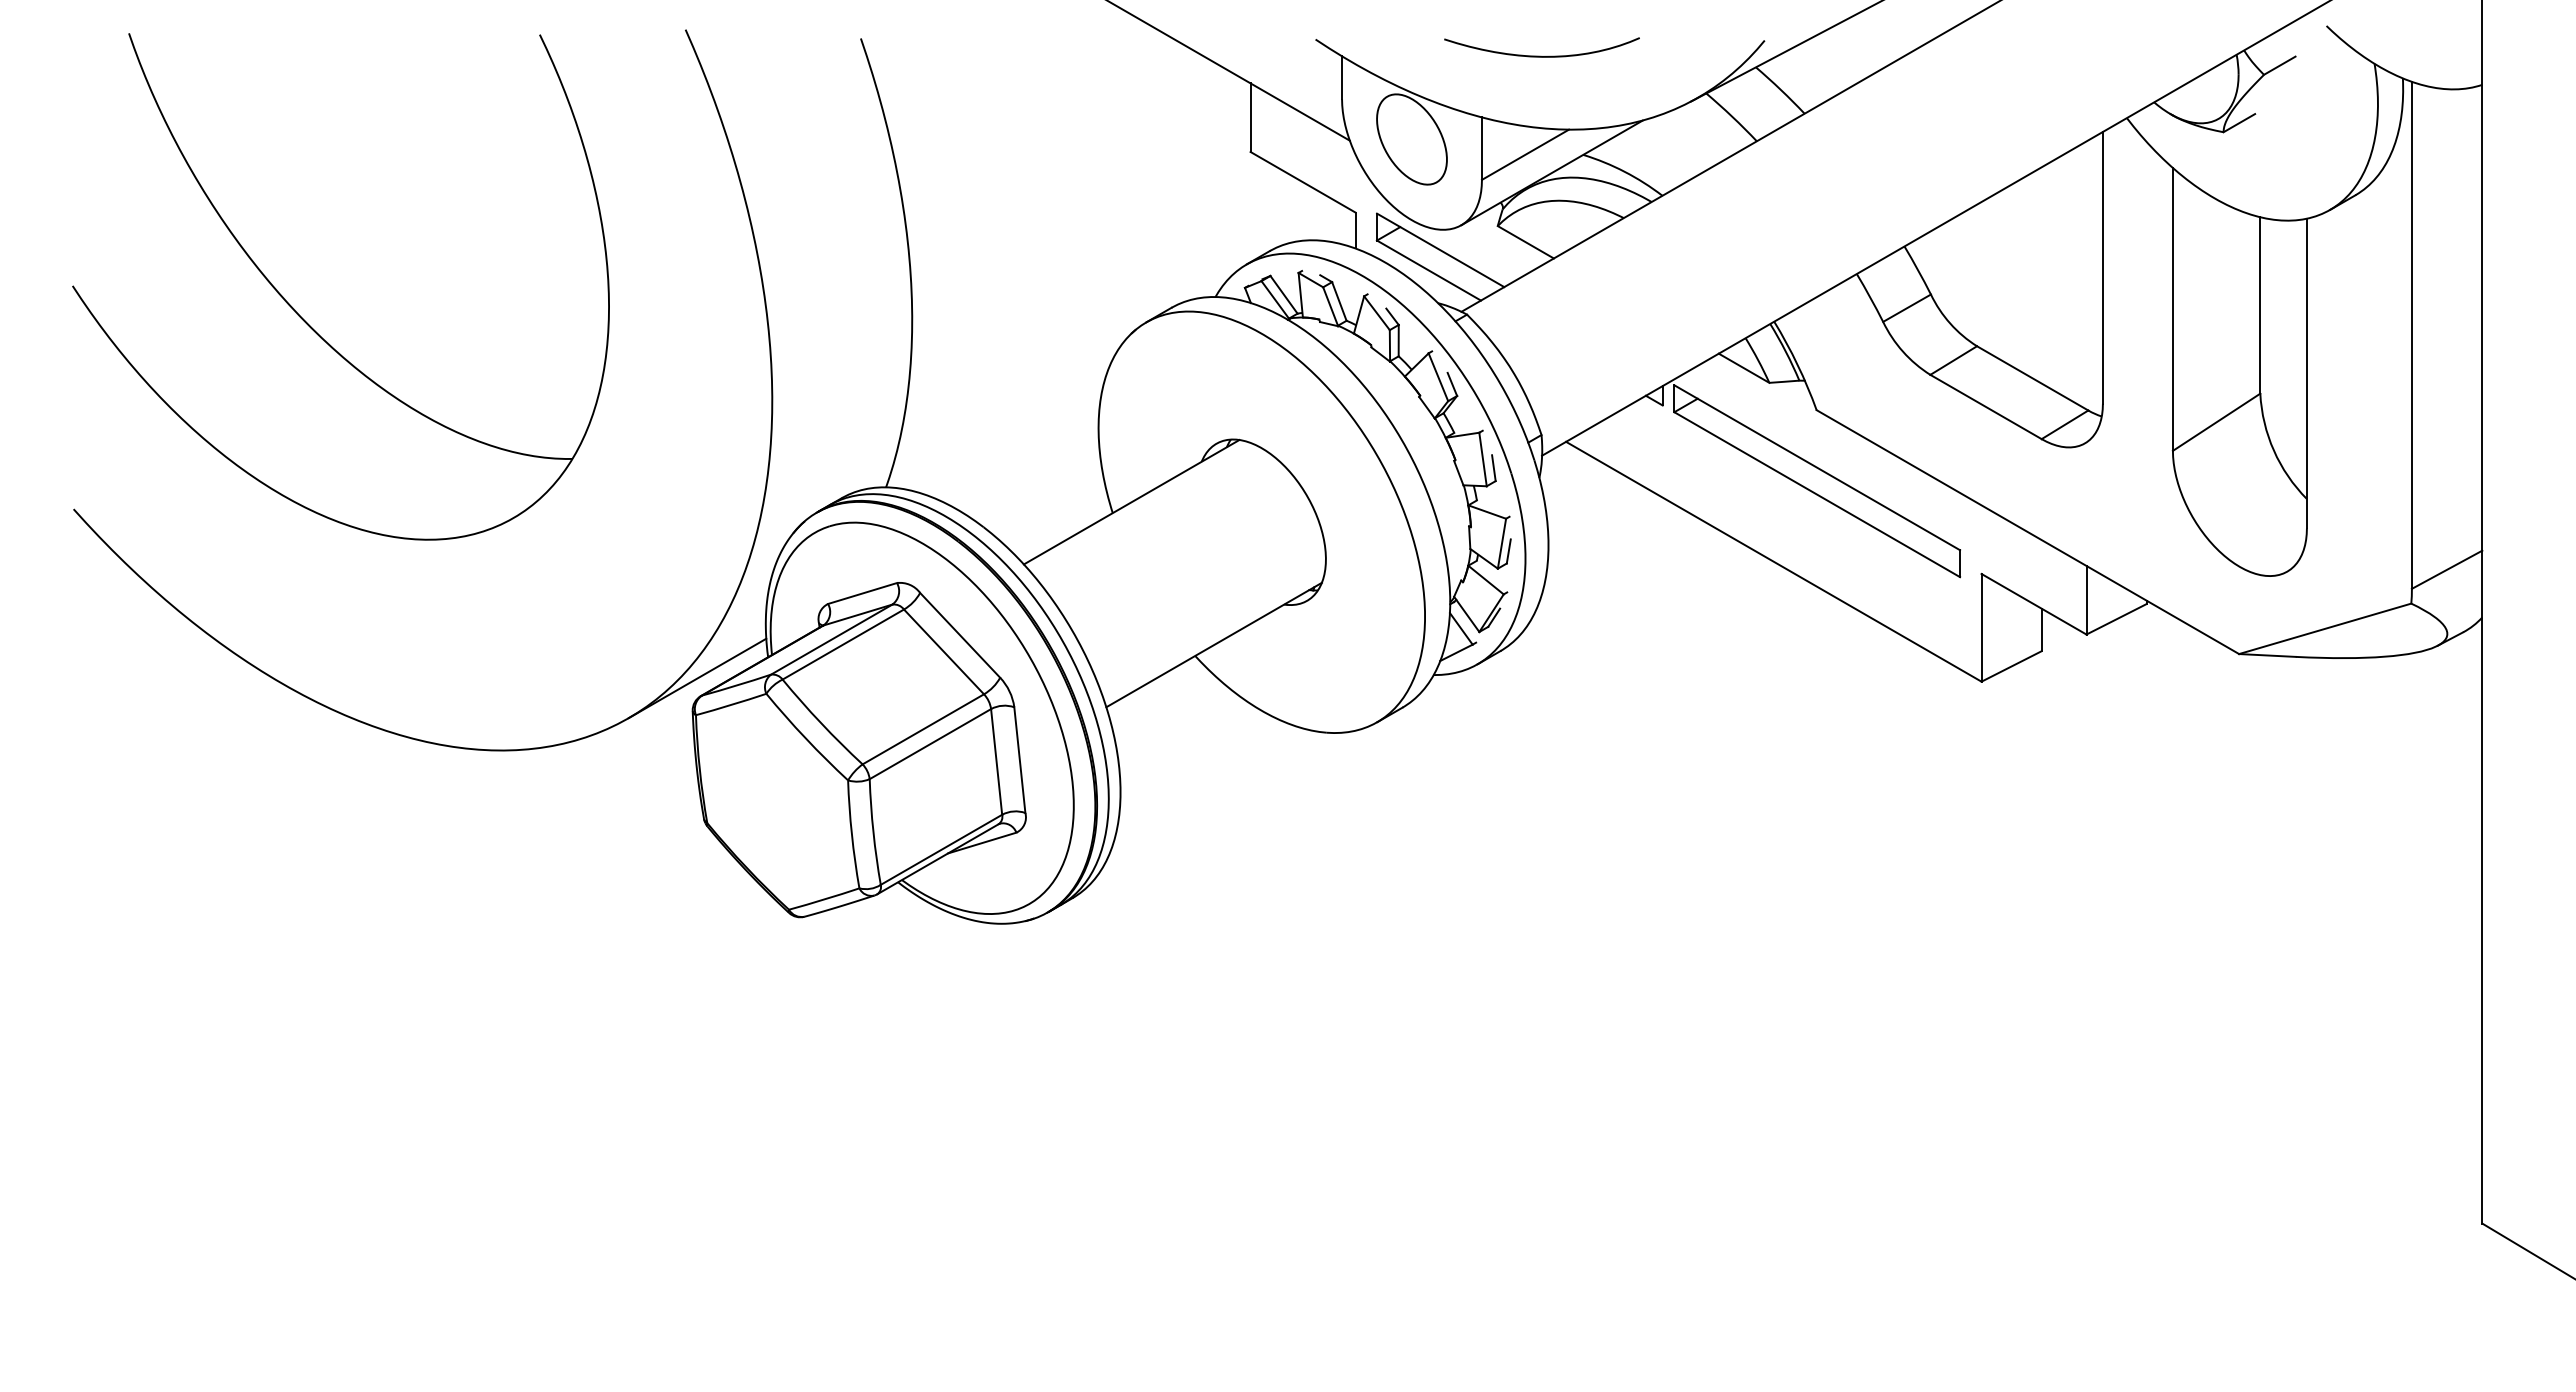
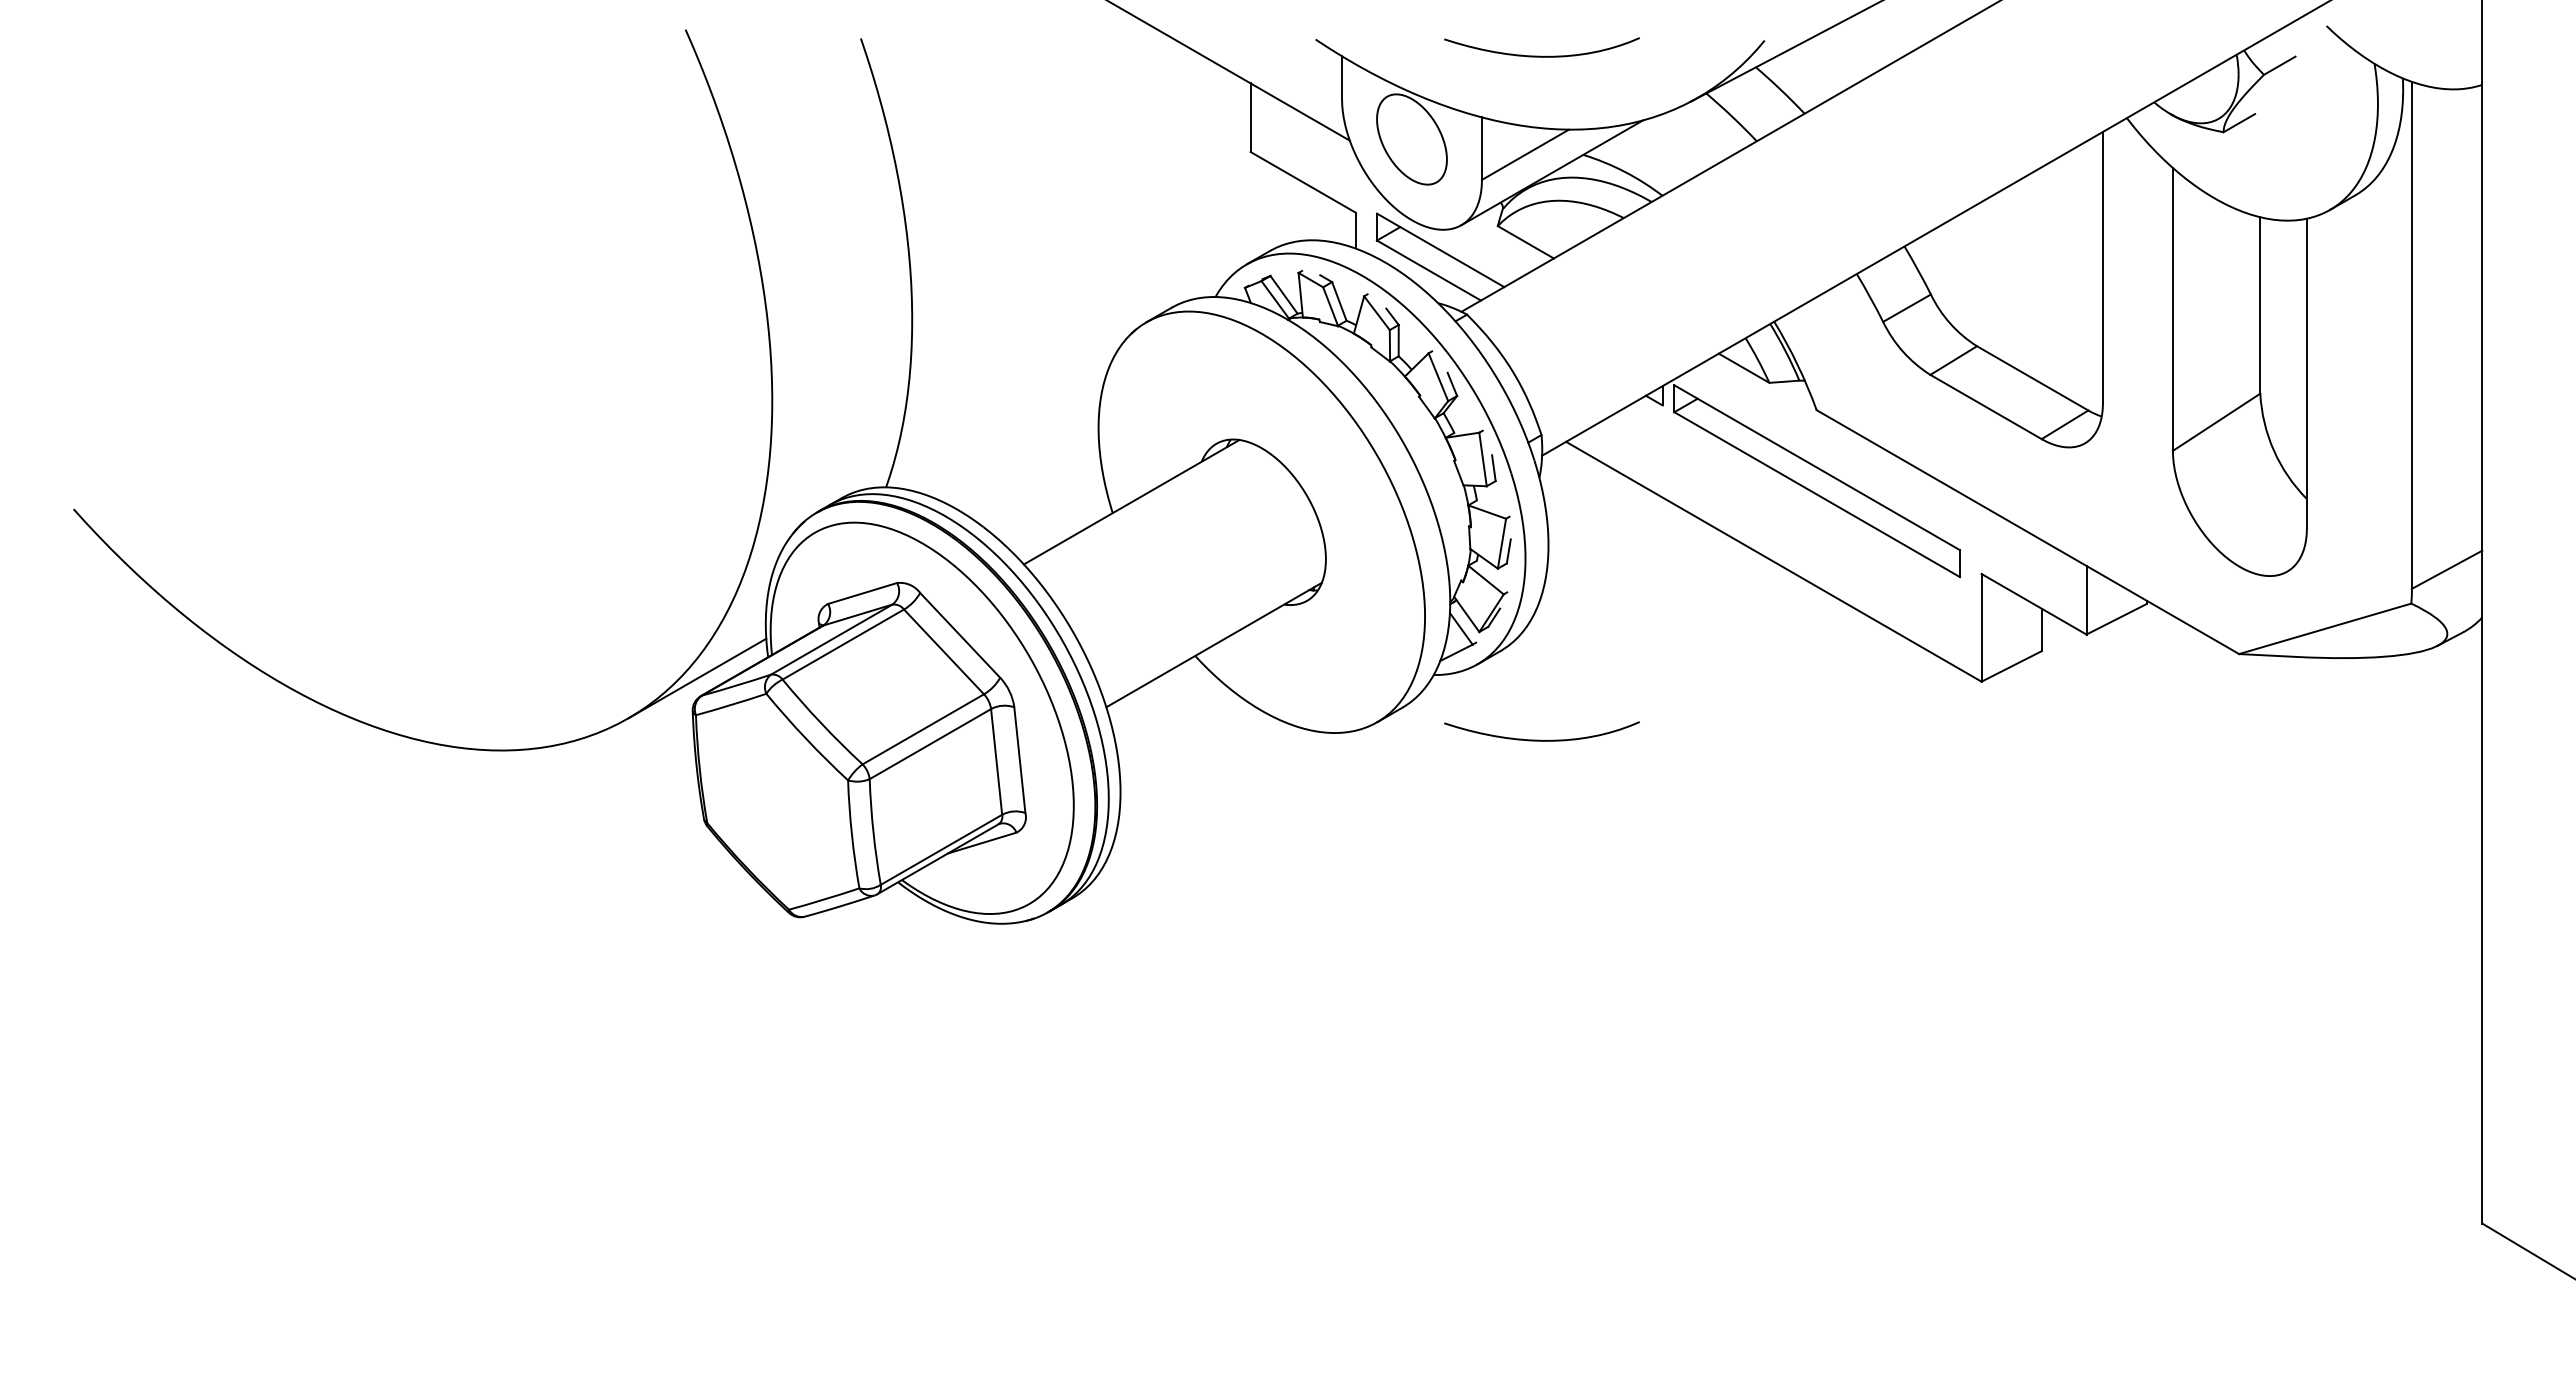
part at (305, 320): present -> none
curve at (1541, 739): none -> present
